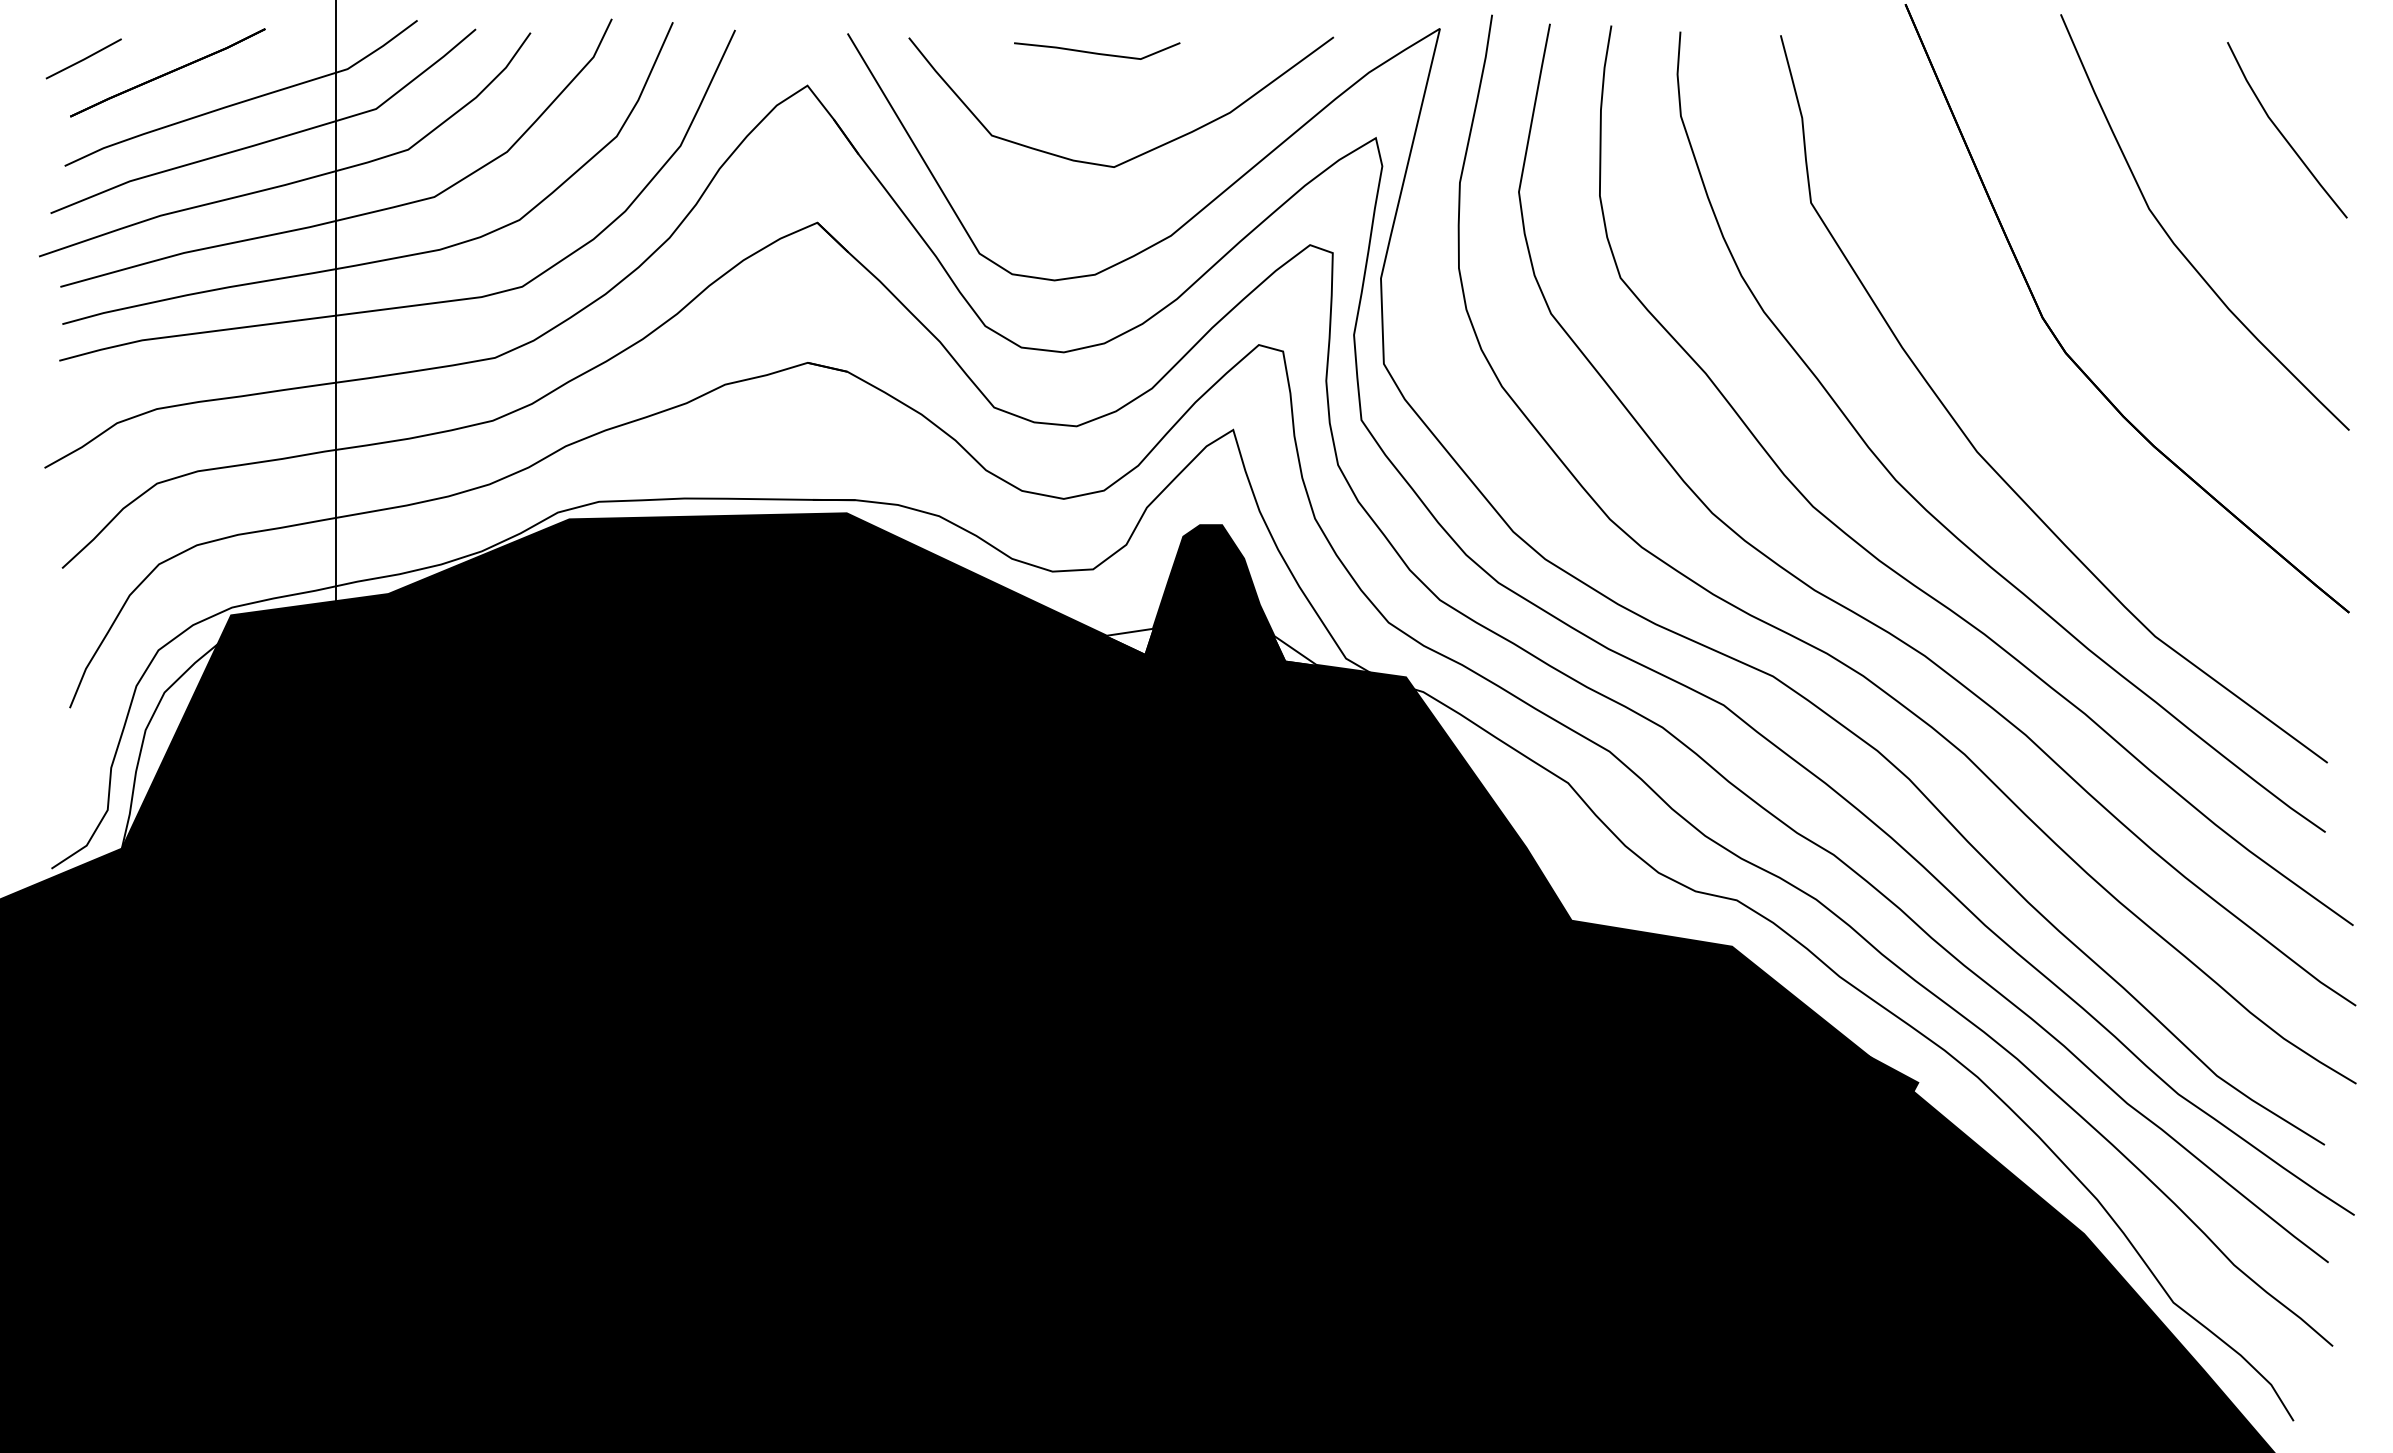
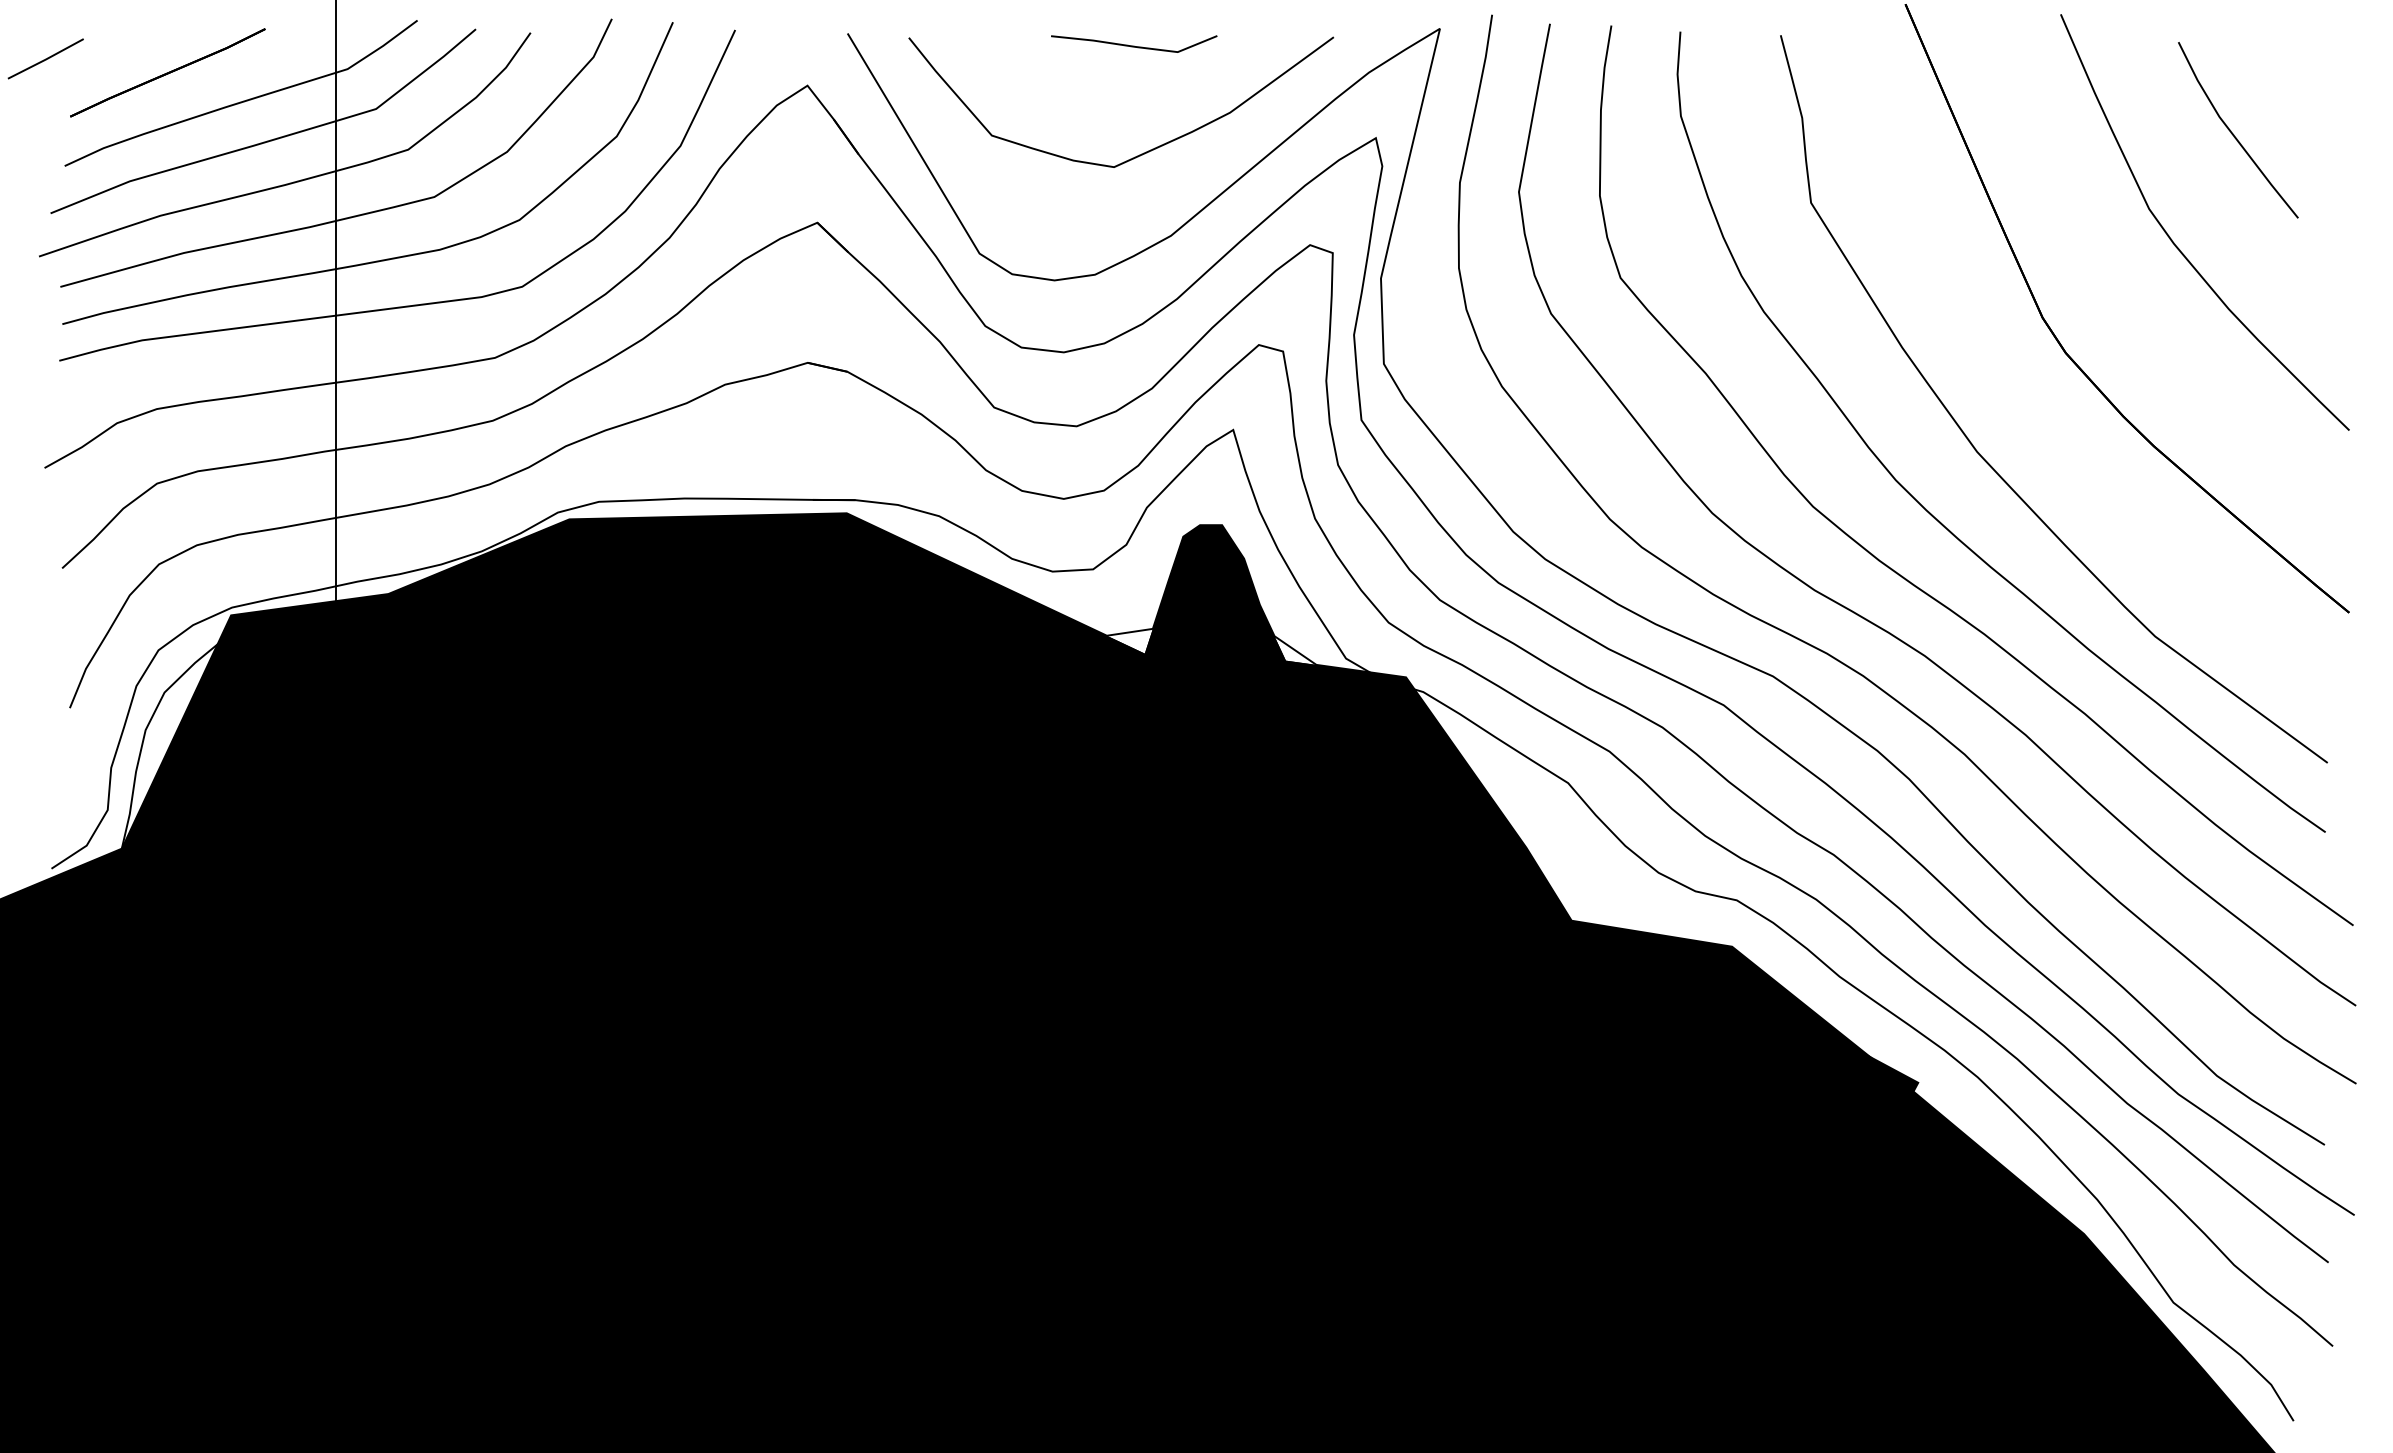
line at (1097, 52) position: (1097, 52) -> (1134, 45)
line at (83, 58) position: (83, 58) -> (45, 58)
curve at (2283, 134) position: (2283, 134) -> (2234, 134)
